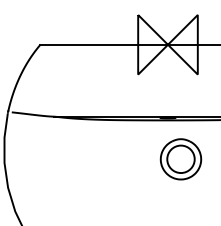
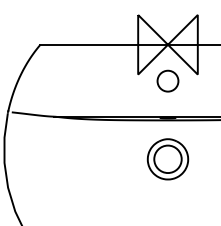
circle at (167, 80): none -> present
part at (180, 159) position: (180, 159) -> (167, 159)
